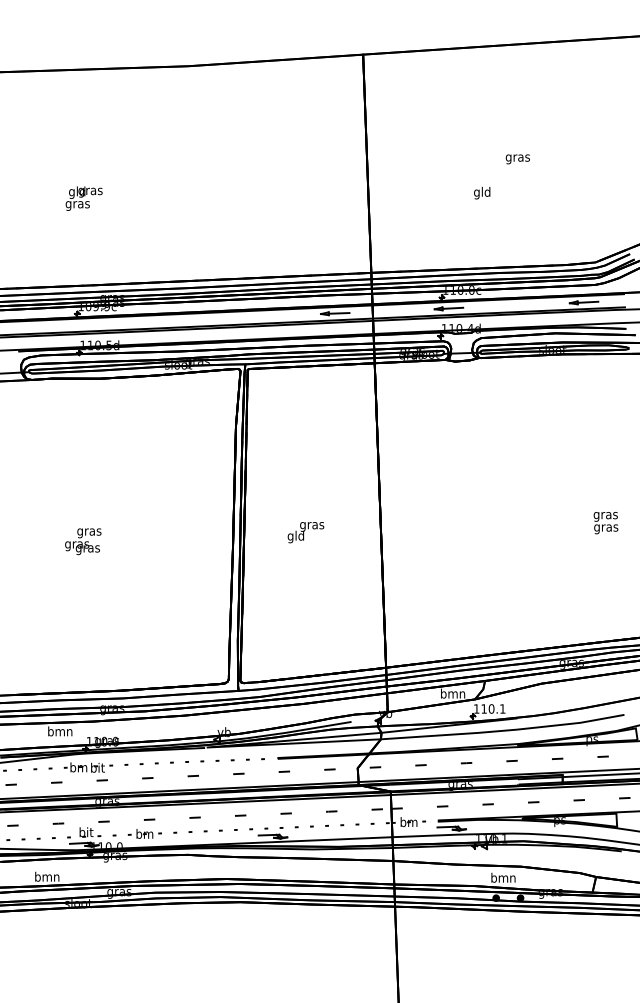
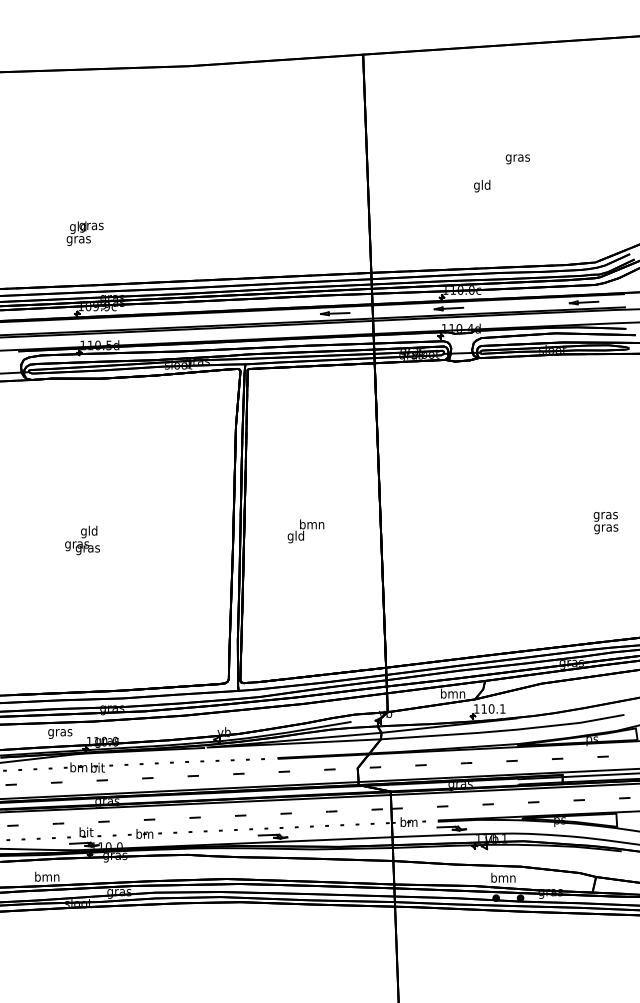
text at (482, 193) position: (482, 193) -> (482, 186)
text at (83, 198) position: (83, 198) -> (84, 233)
text at (312, 525): gras -> bmn
text at (89, 531): gras -> gld
text at (60, 732): bmn -> gras
